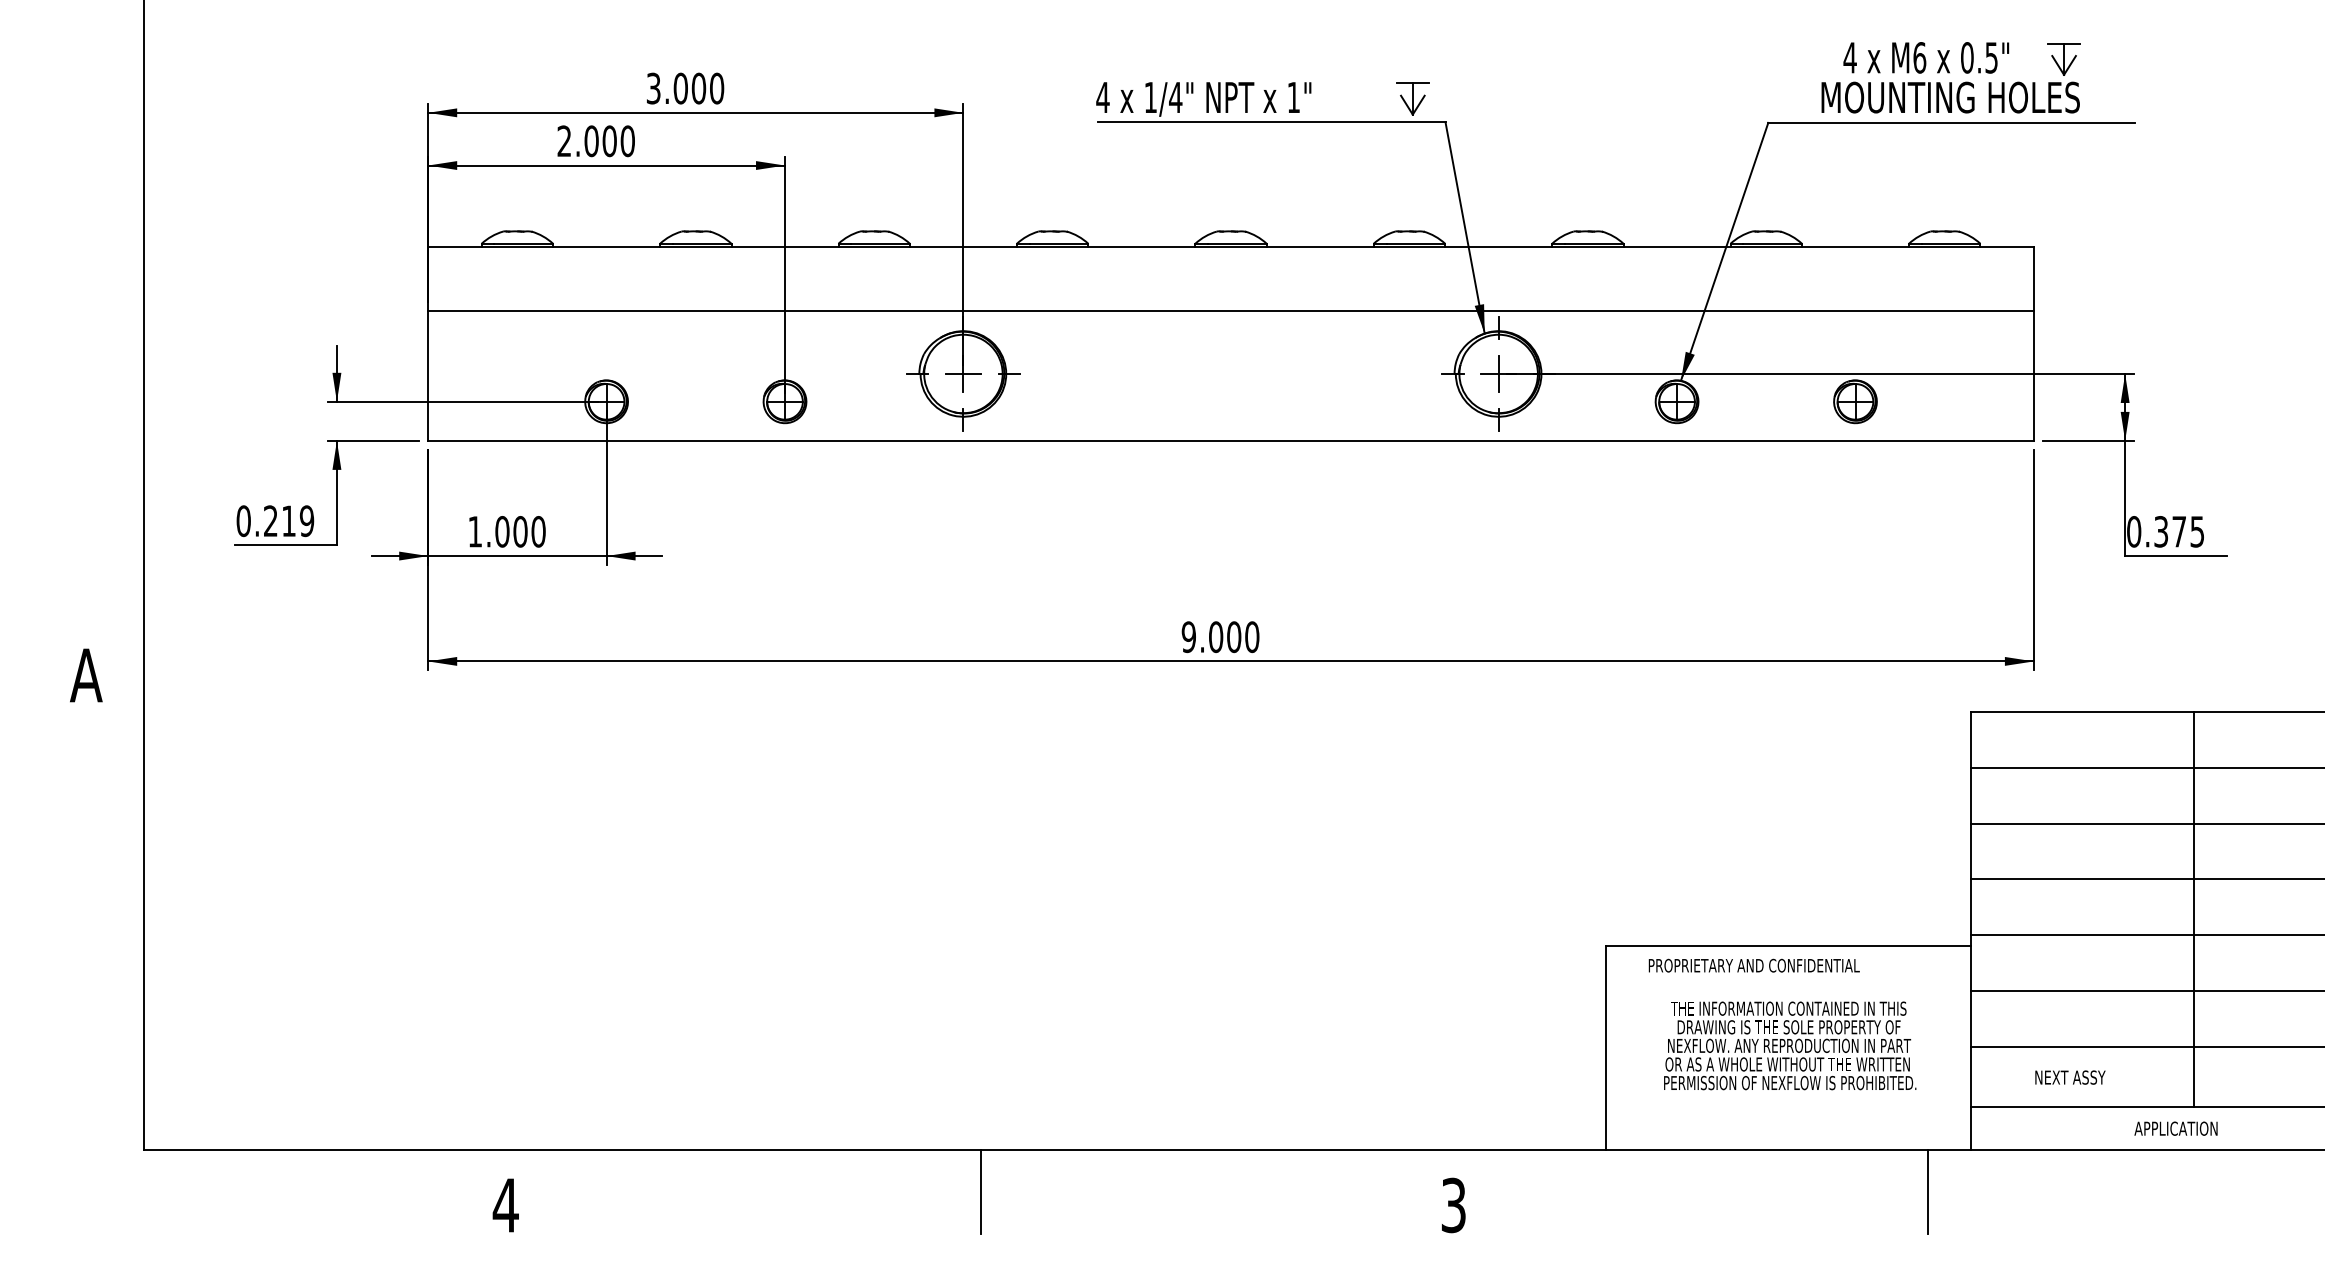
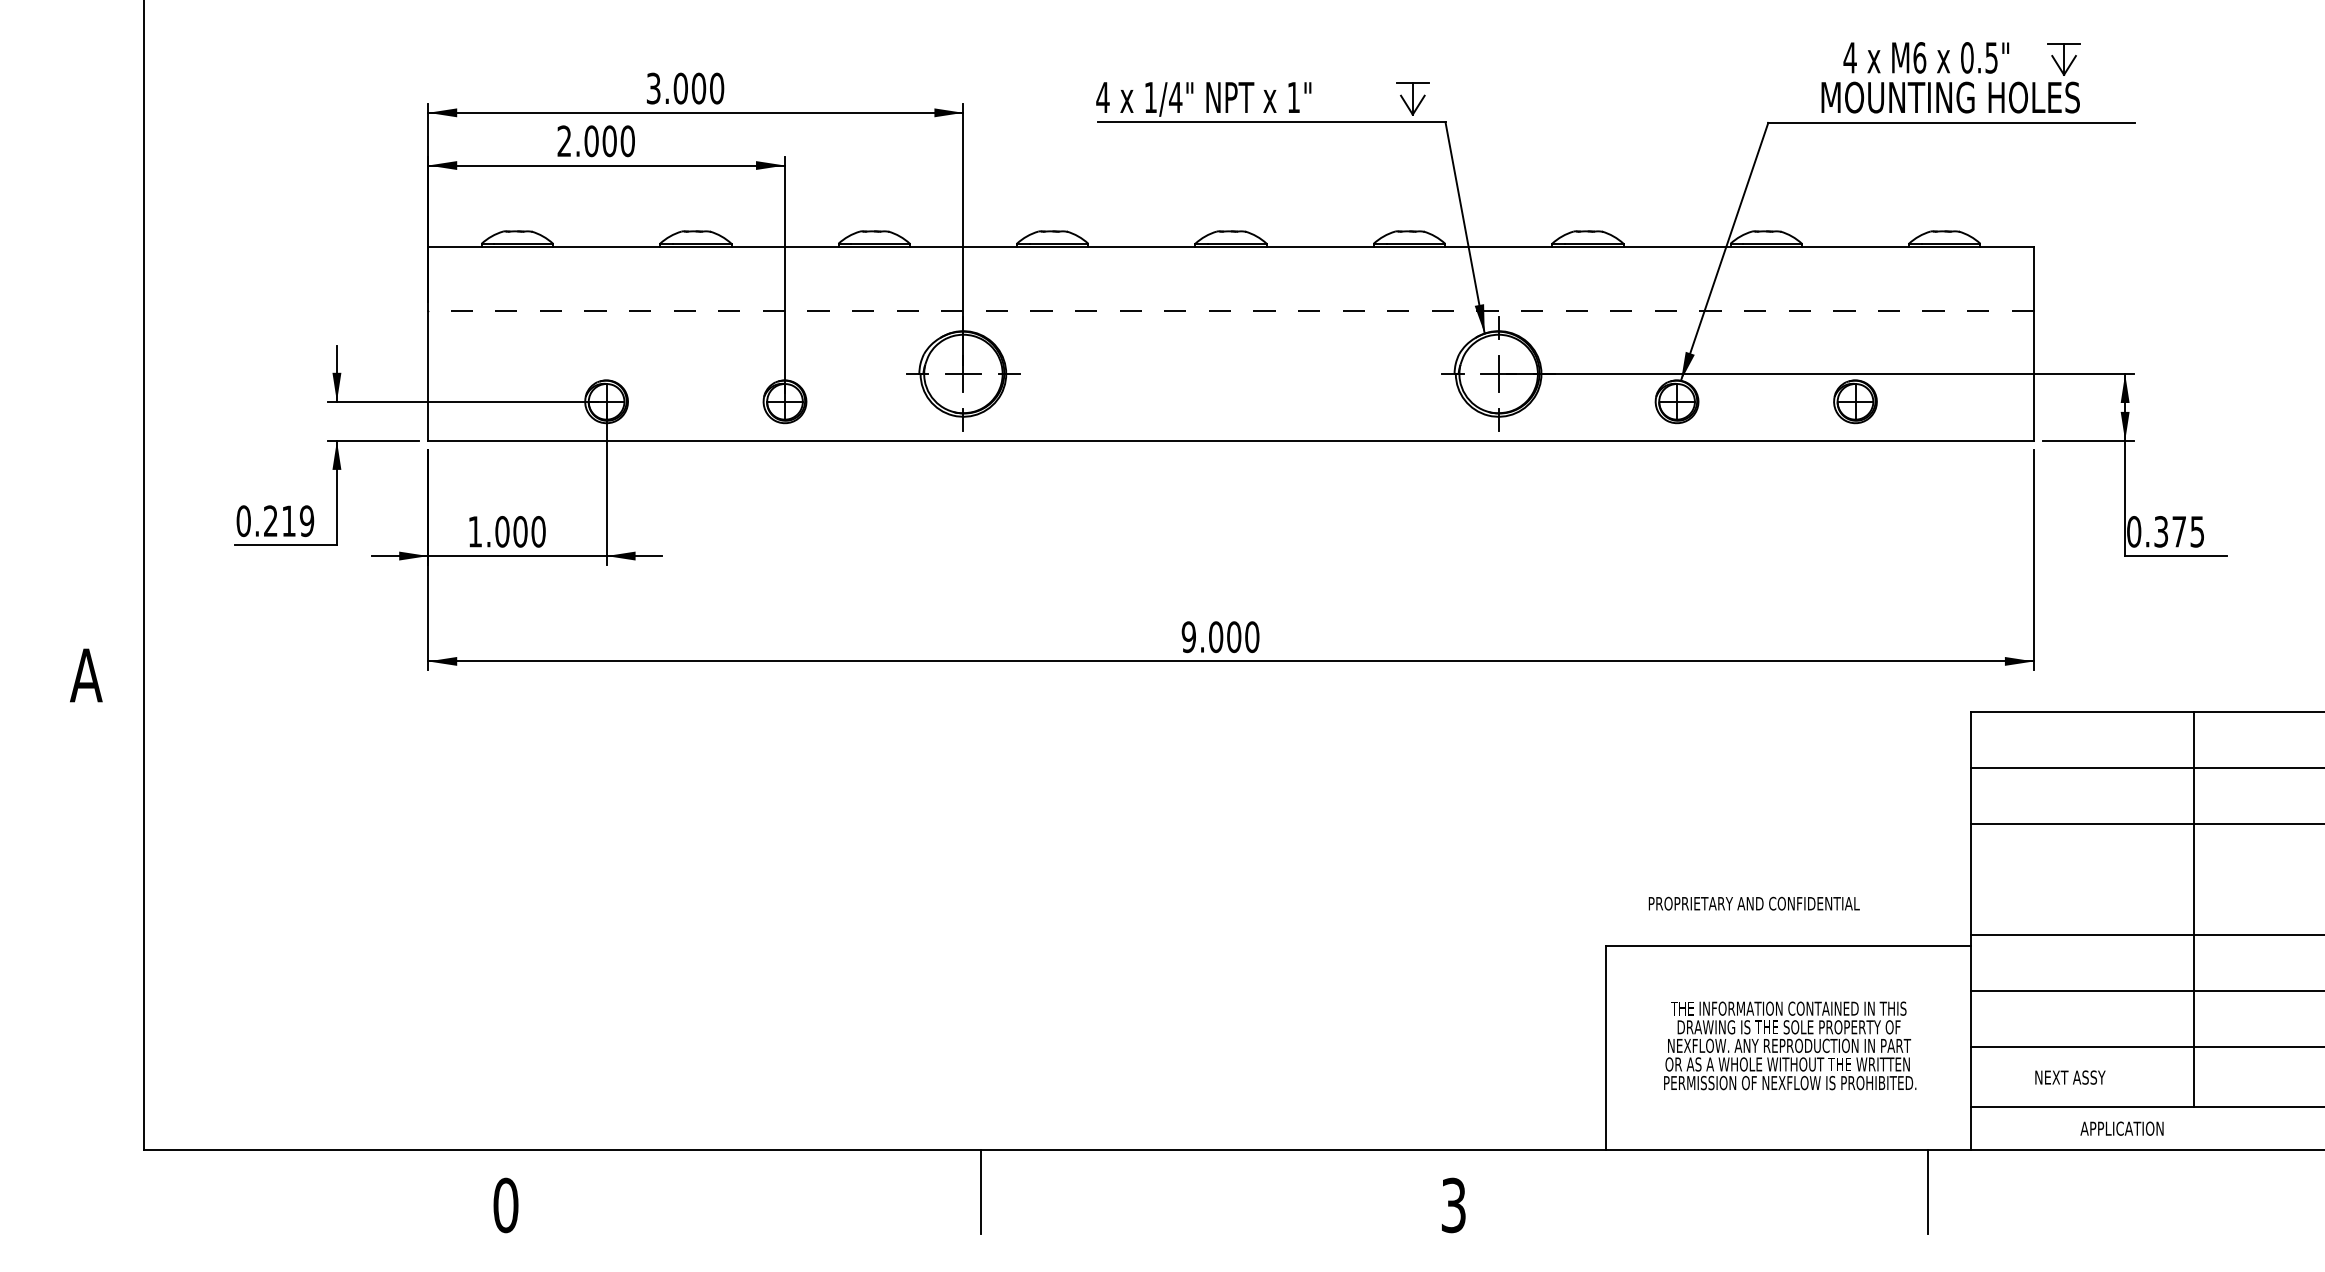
line at (1231, 311): solid -> dashed
line at (2145, 879): present -> none
text at (1753, 965) position: (1753, 965) -> (1753, 903)
text at (2175, 1128) position: (2175, 1128) -> (2121, 1128)
text at (505, 1205): 4 -> 0
